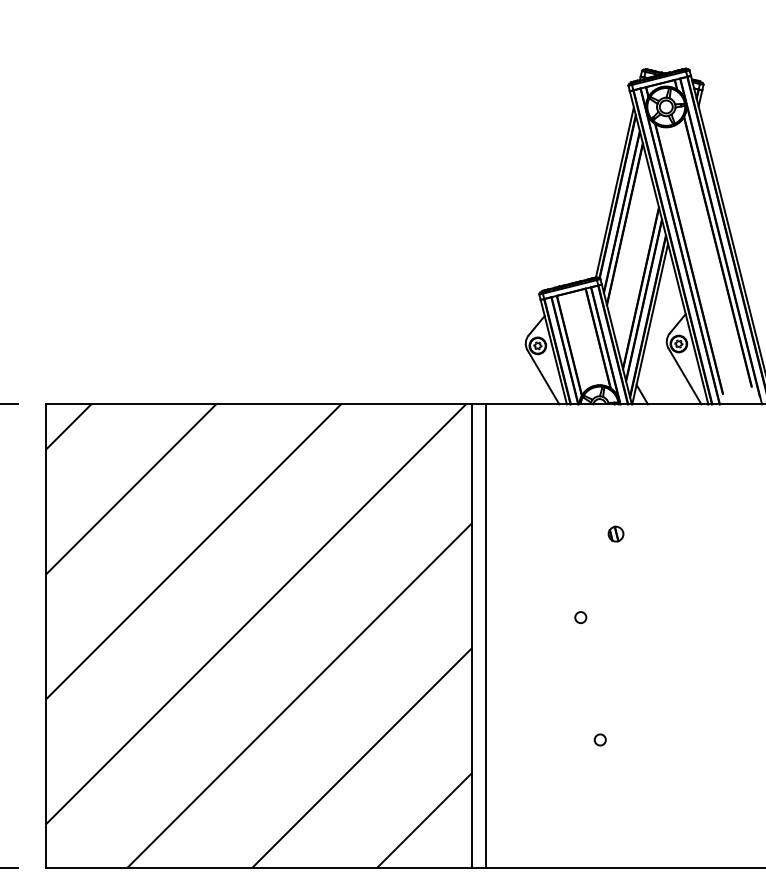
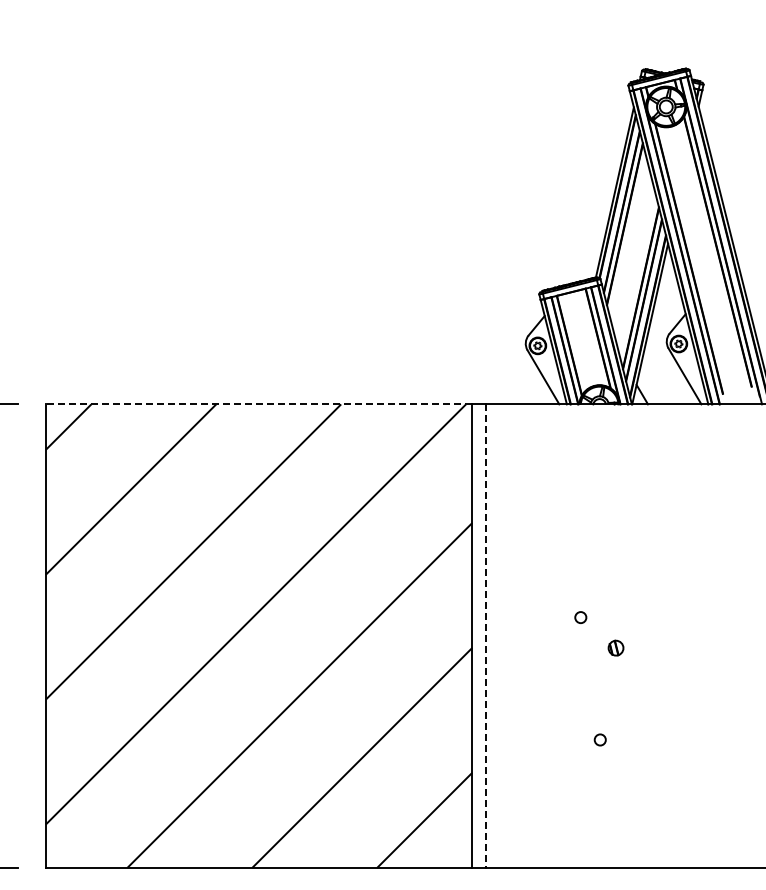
line at (258, 404): solid -> dashed
part at (615, 533) position: (615, 533) -> (615, 647)
line at (486, 636): solid -> dashed
